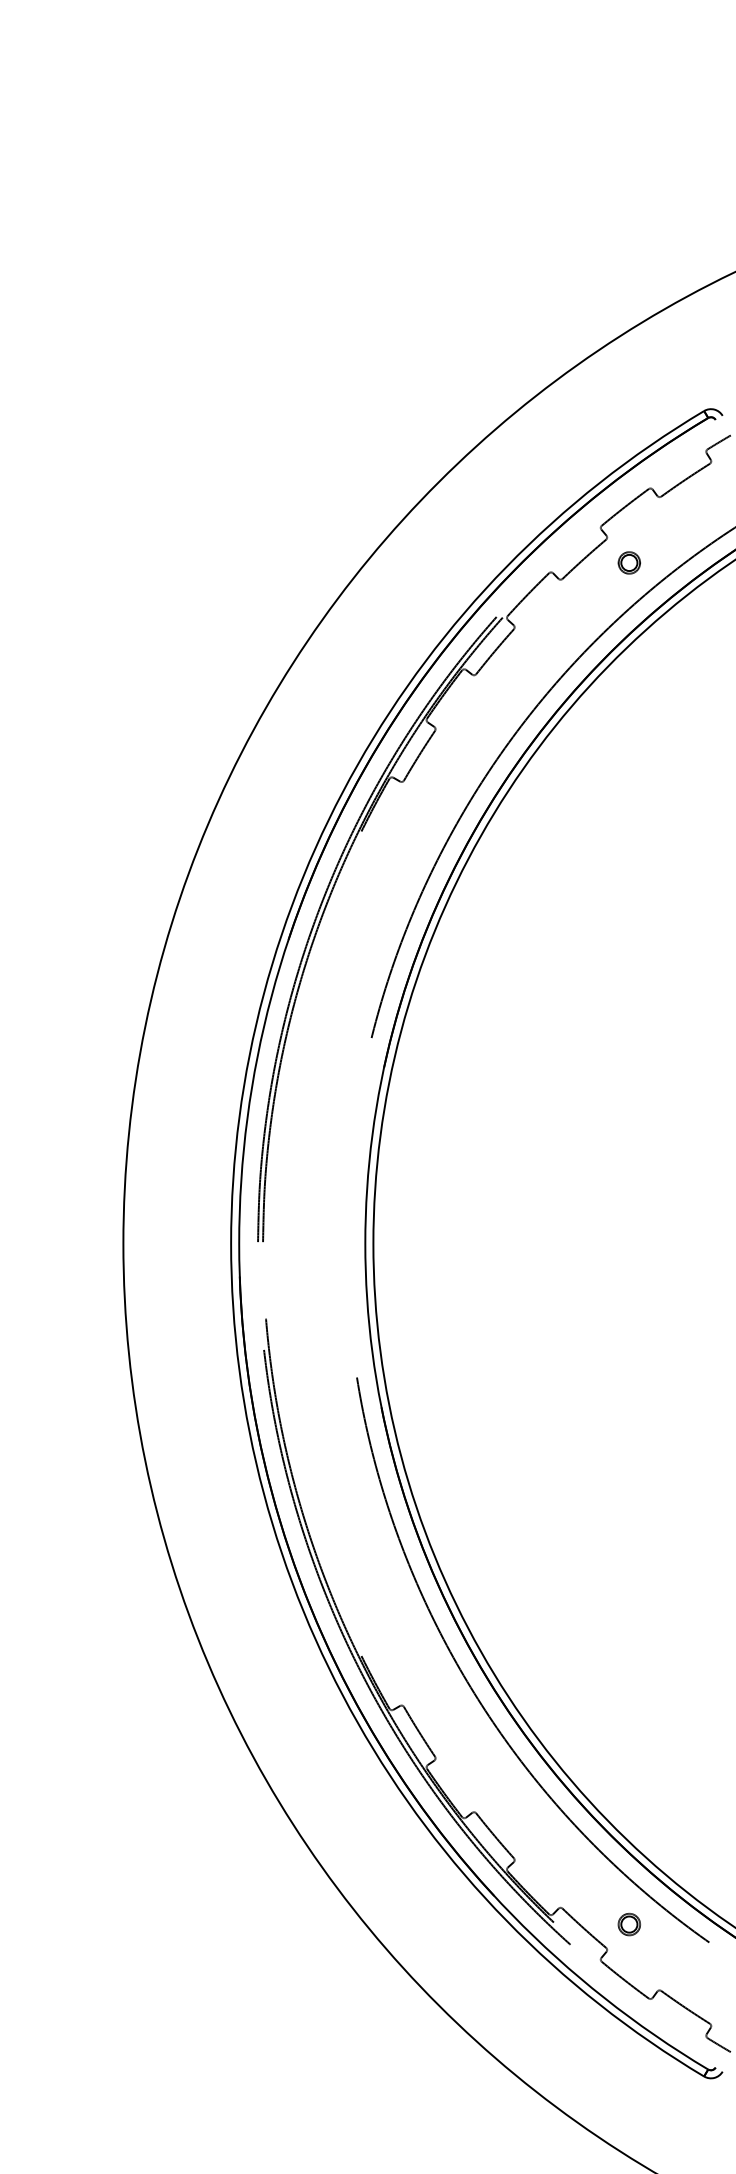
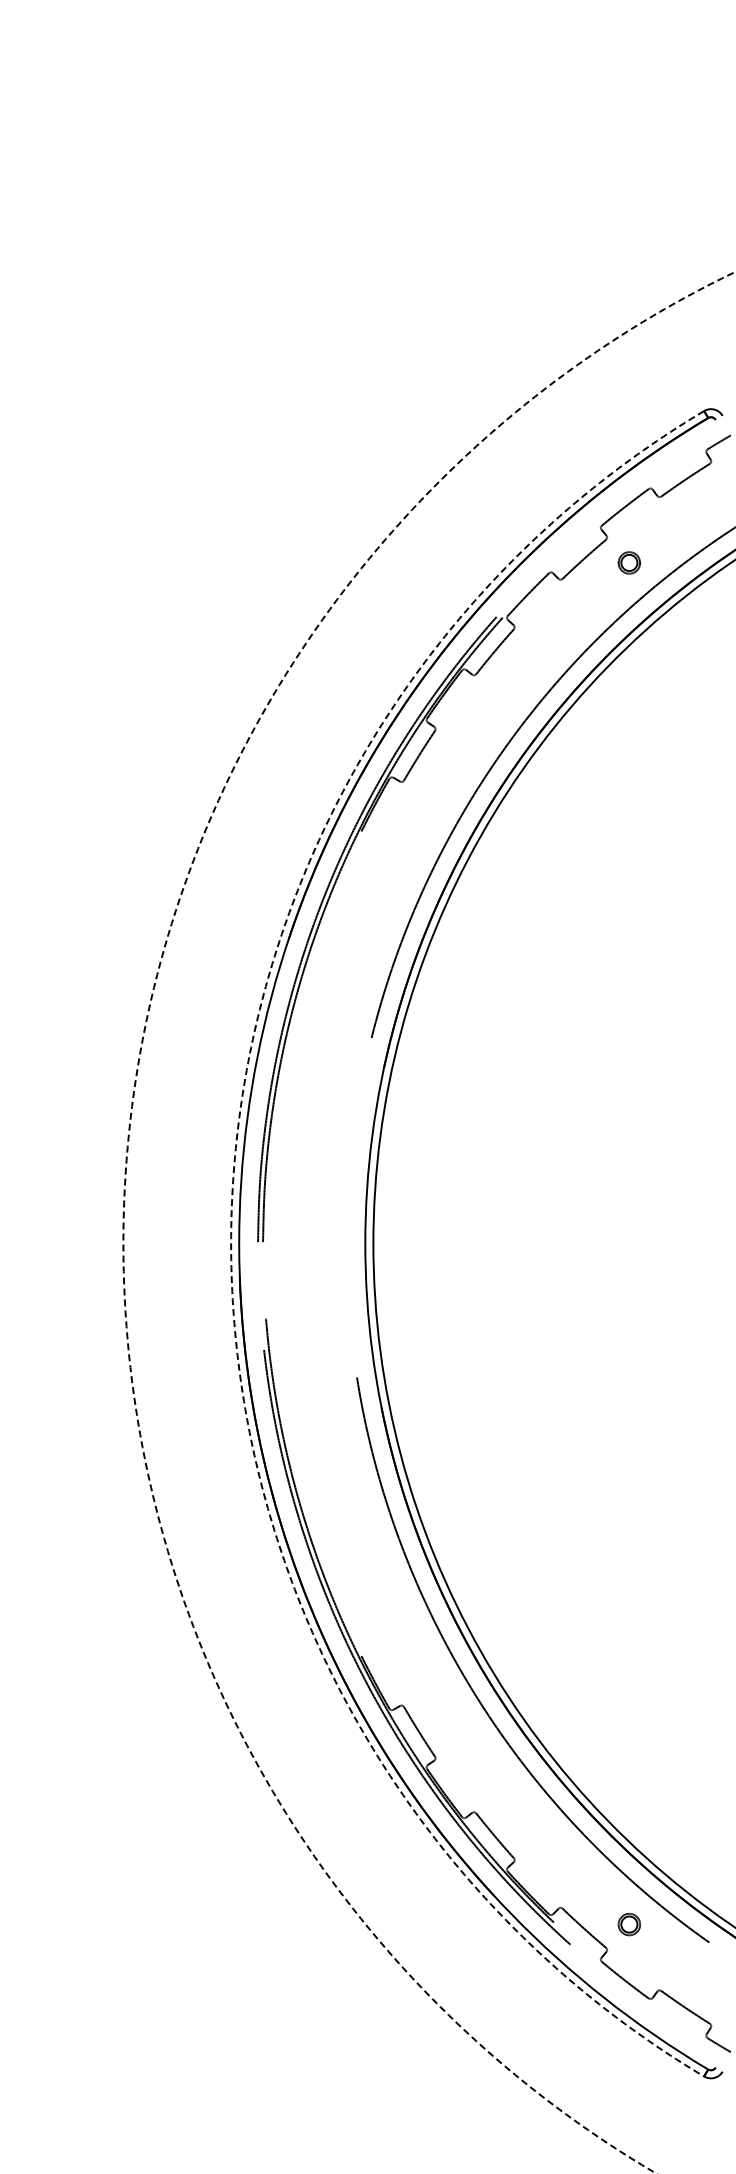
circle at (429, 1222): solid -> dashed
arc at (231, 1243): solid -> dashed
